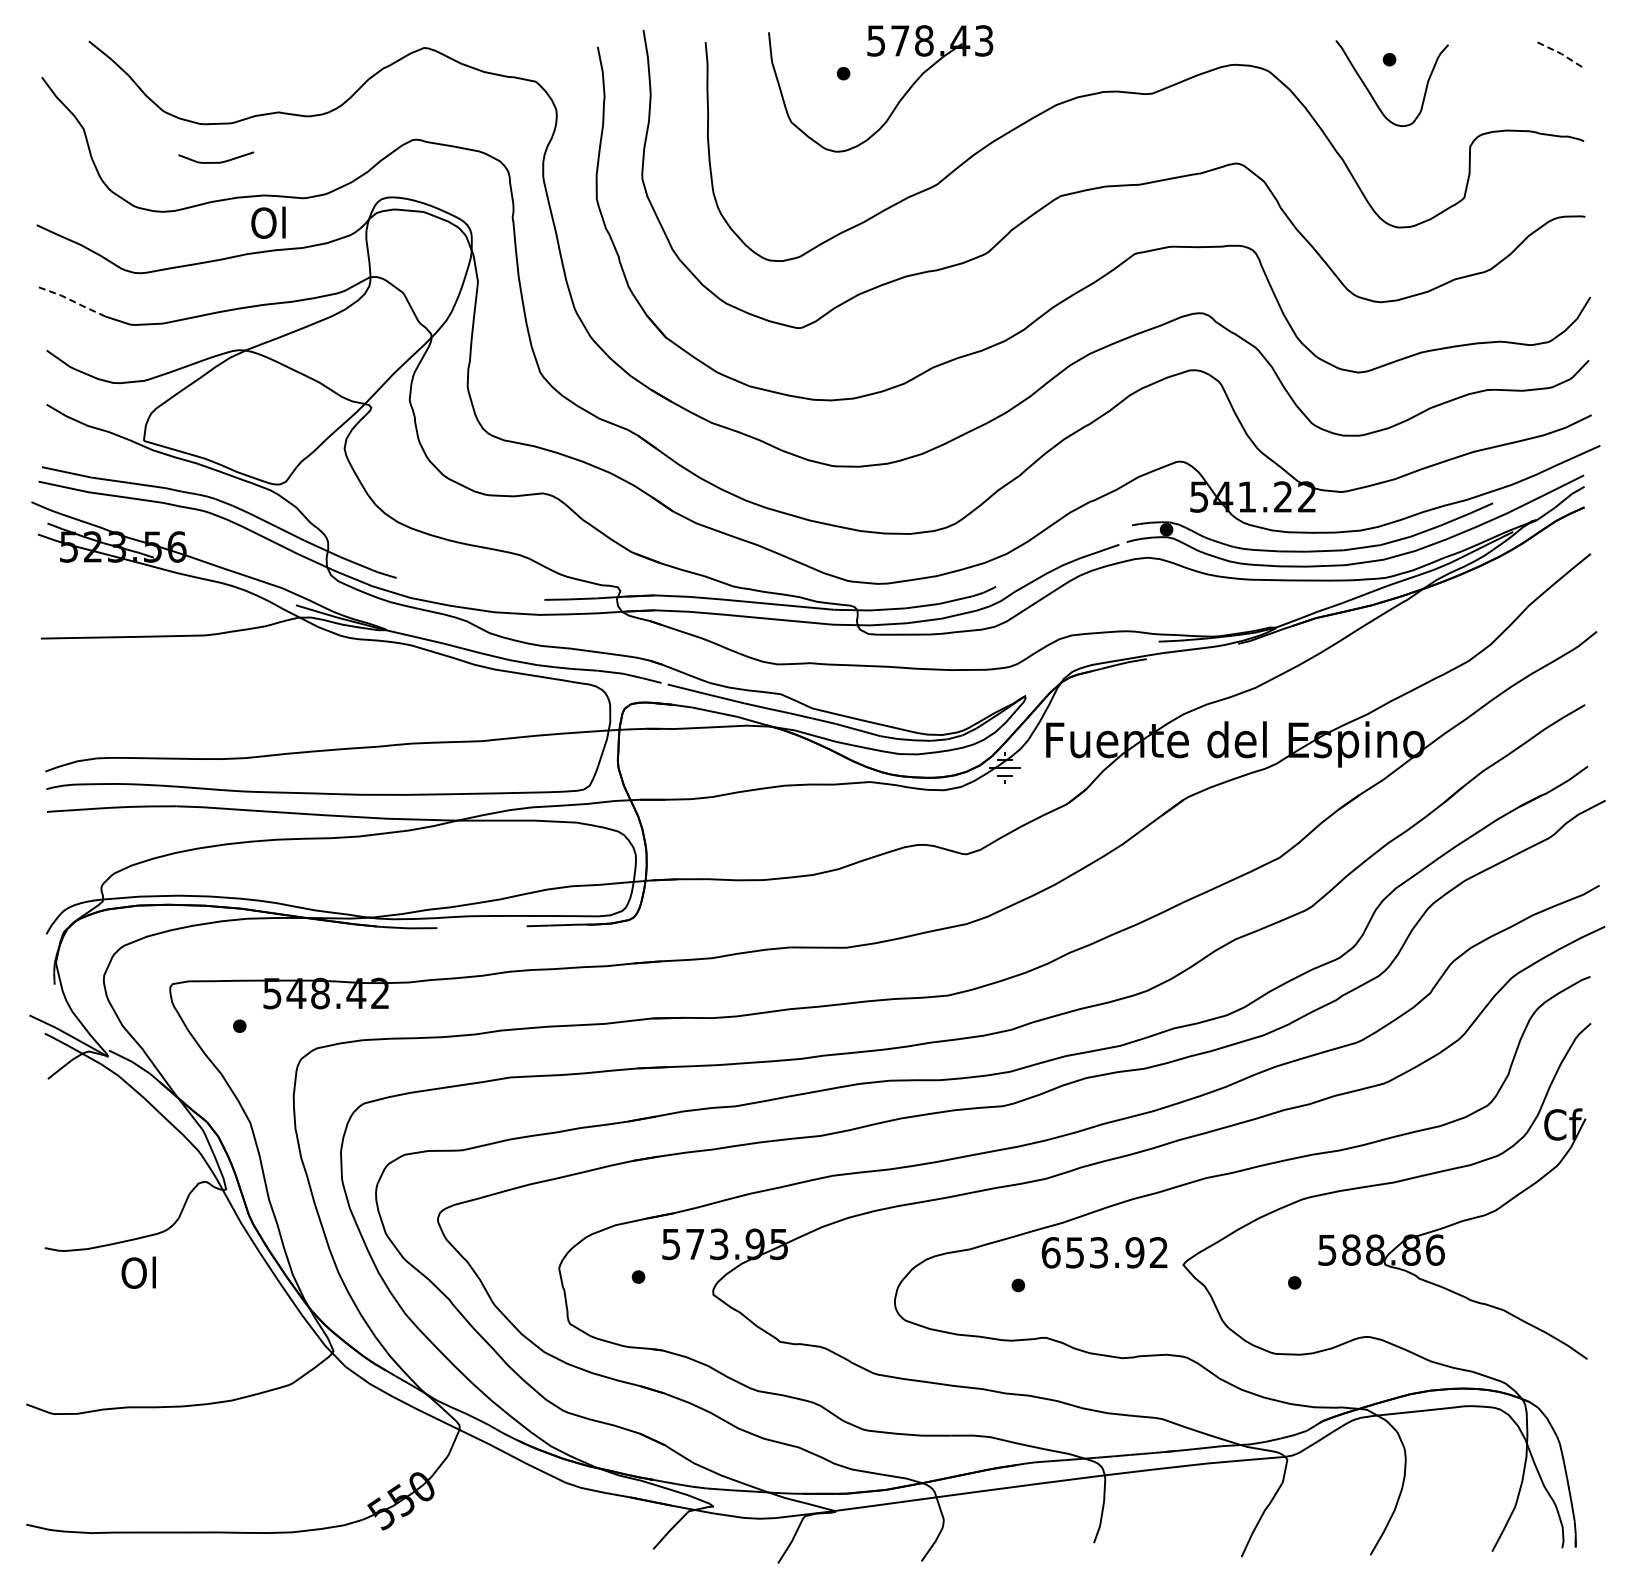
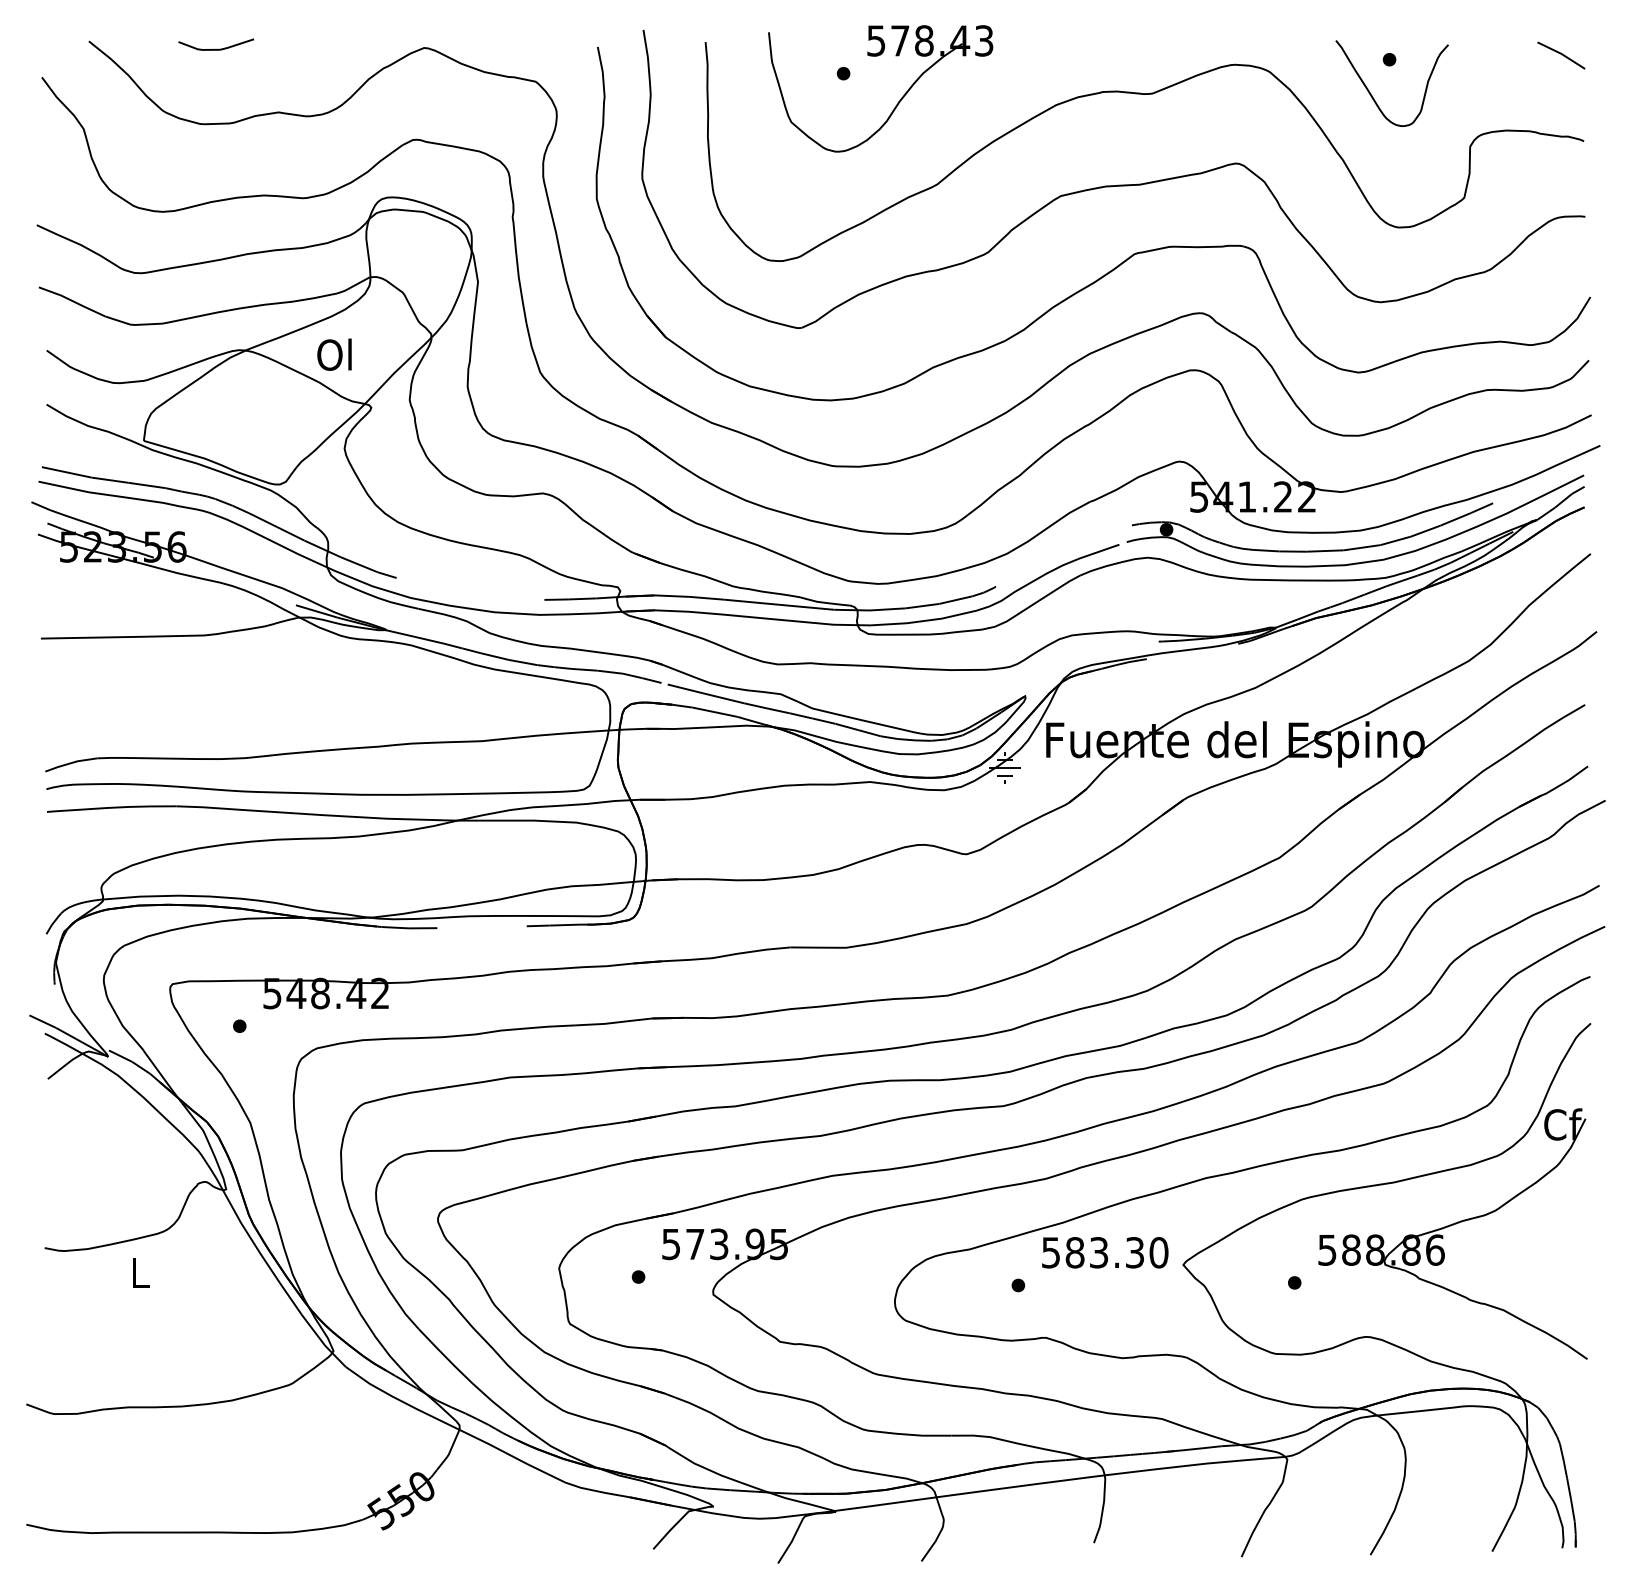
line at (1562, 54): dashed -> solid
curve at (216, 161) position: (216, 161) -> (216, 48)
text at (268, 222) position: (268, 222) -> (334, 354)
line at (72, 301): dashed -> solid
text at (1104, 1252): 653.92 -> 583.30
text at (138, 1272): Ol -> L
